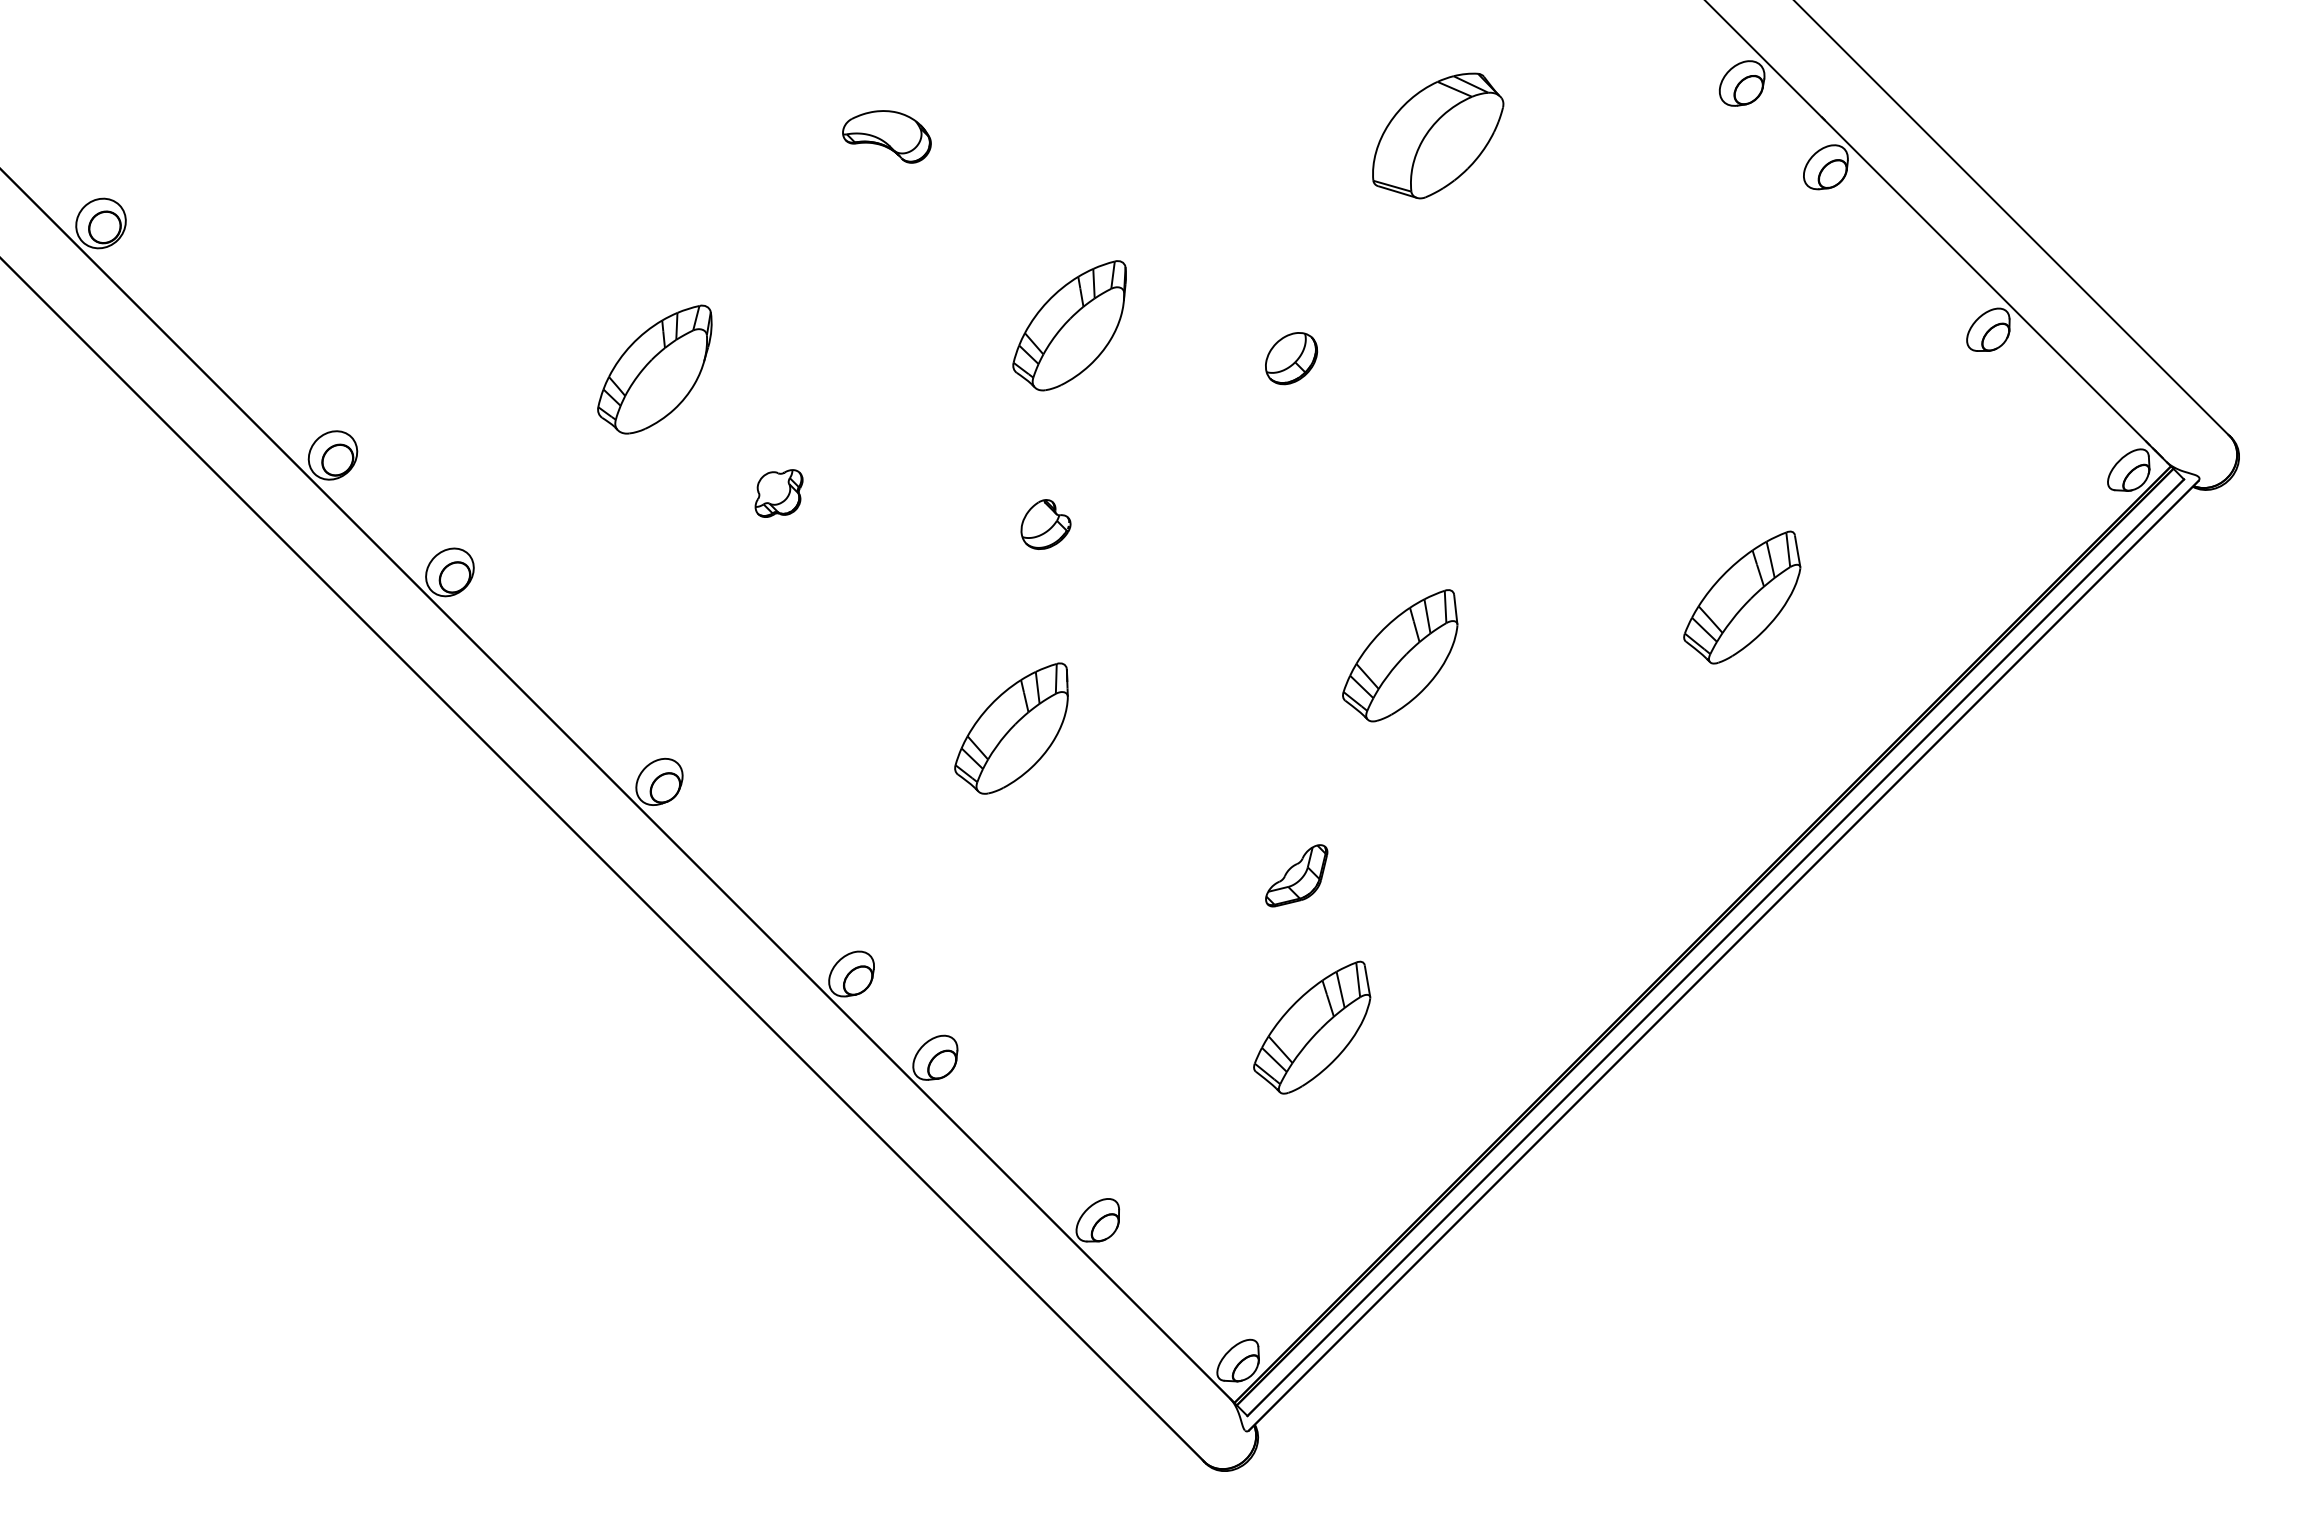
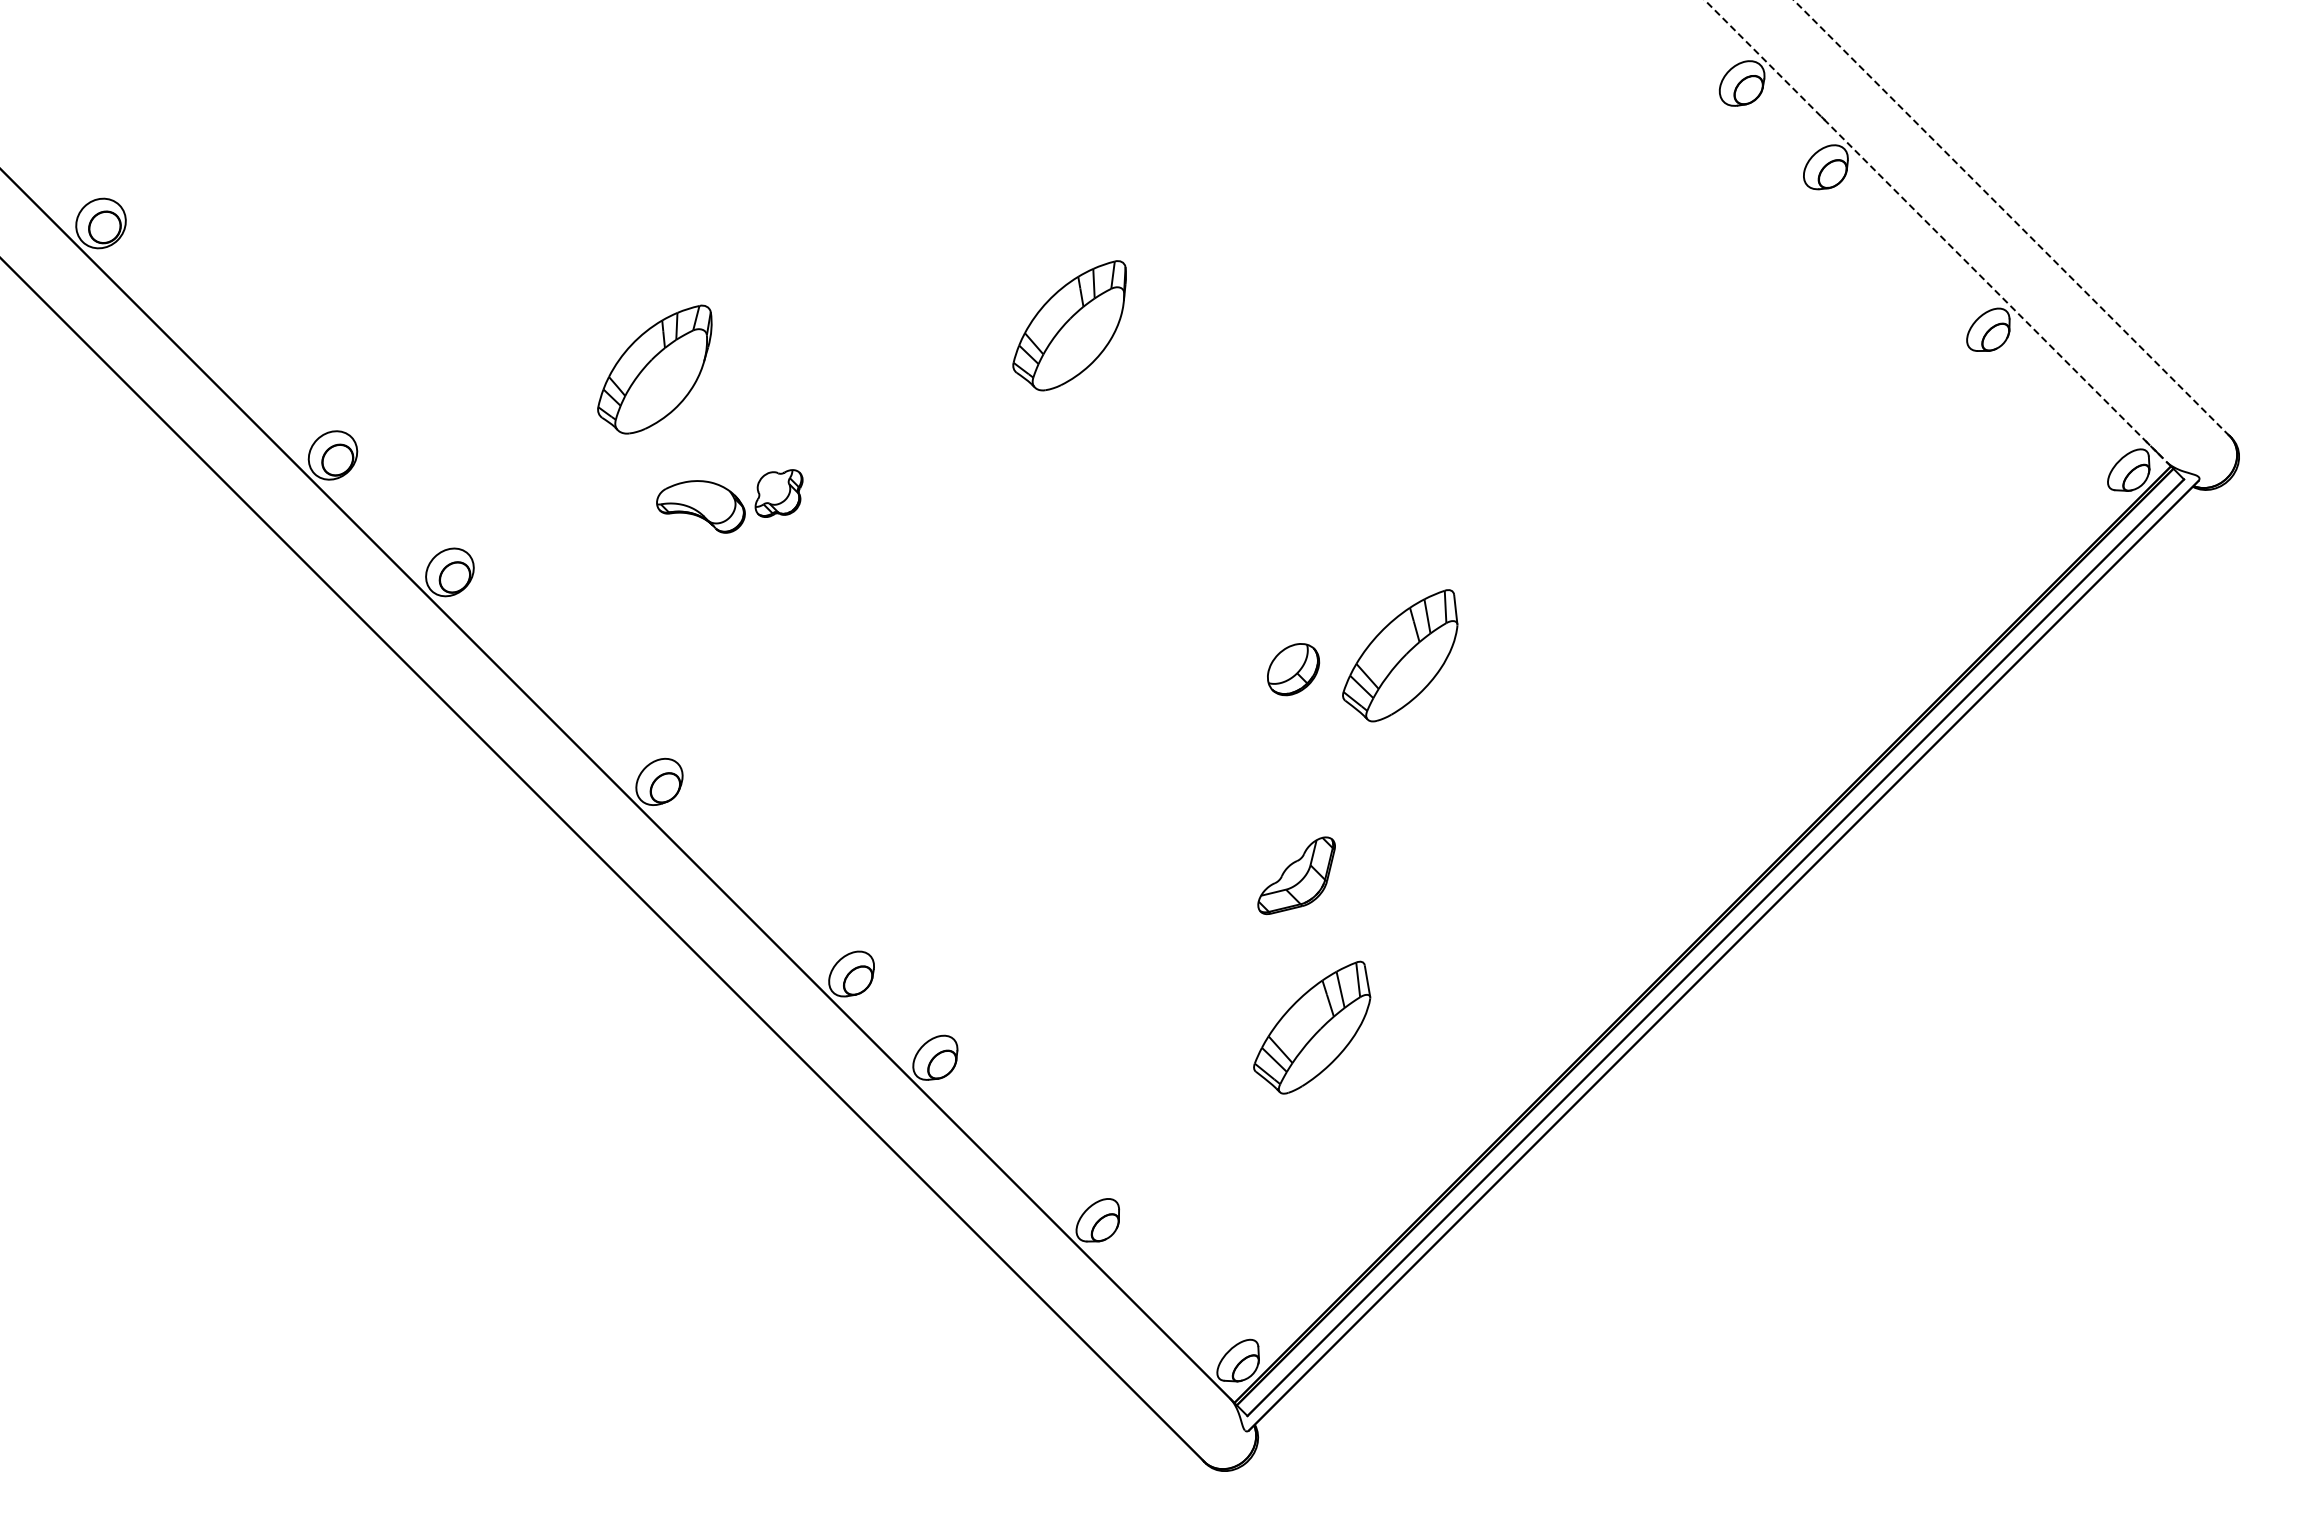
part at (1438, 135): present -> none
part at (886, 136) position: (886, 136) -> (700, 506)
line at (2011, 218): solid -> dashed
line at (1937, 233): solid -> dashed
part at (1291, 358) position: (1291, 358) -> (1293, 669)
part at (1045, 524): present -> none
part at (1742, 597): present -> none
part at (1011, 728): present -> none
part at (1296, 875) size: 64x64 px -> 79x79 px
